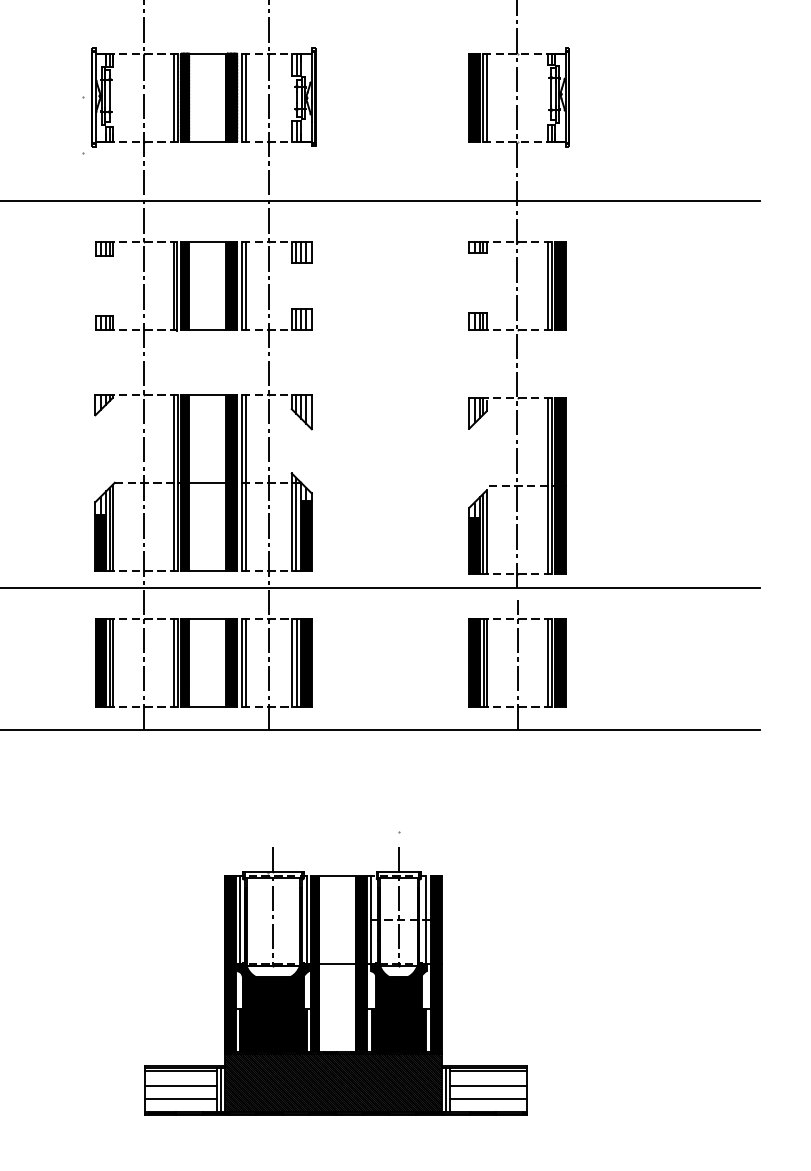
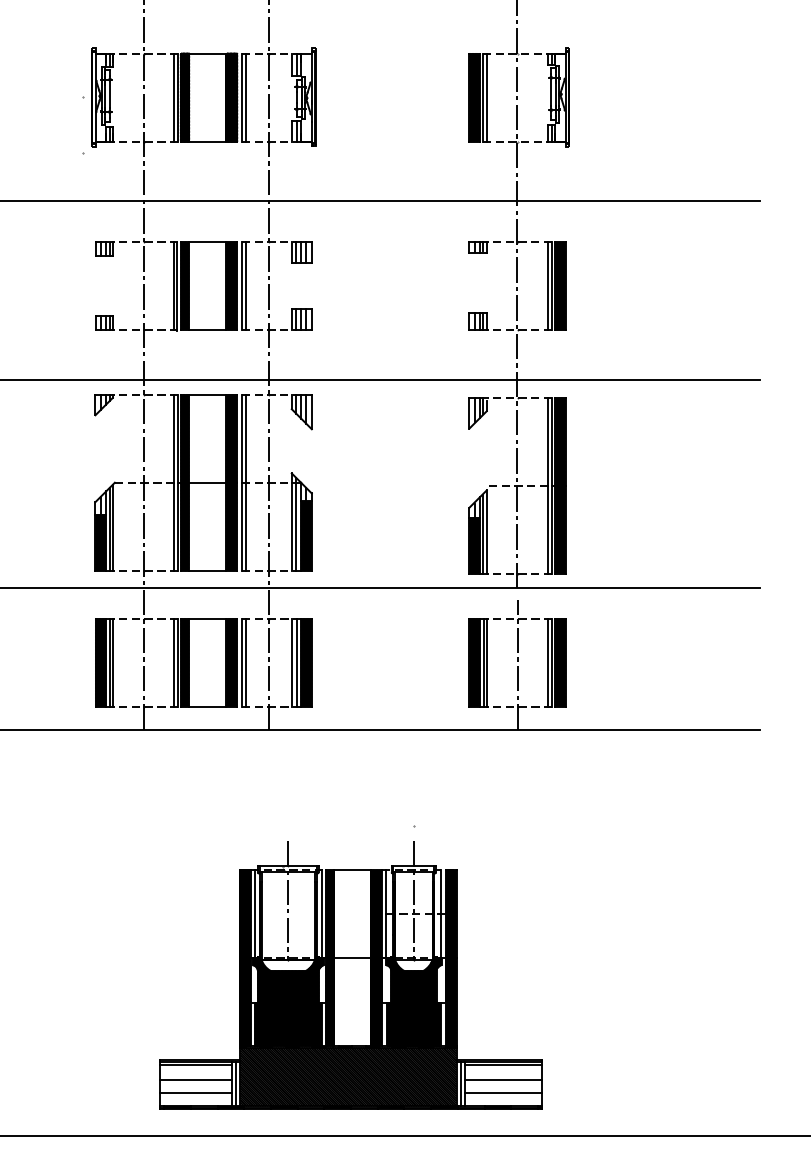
line at (381, 379): none -> present
part at (335, 973) position: (335, 973) -> (350, 967)
line at (404, 1135): none -> present
